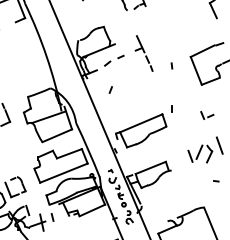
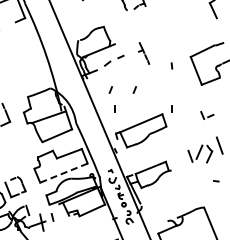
part at (143, 53) size: 20x37 px -> 13x23 px
line at (134, 89): none -> present
line at (114, 108): none -> present
line at (63, 173): solid -> dashed
